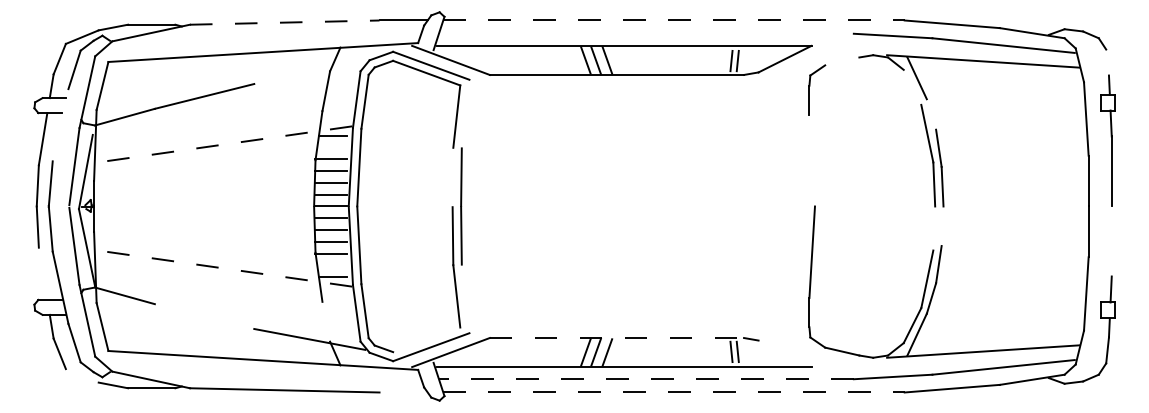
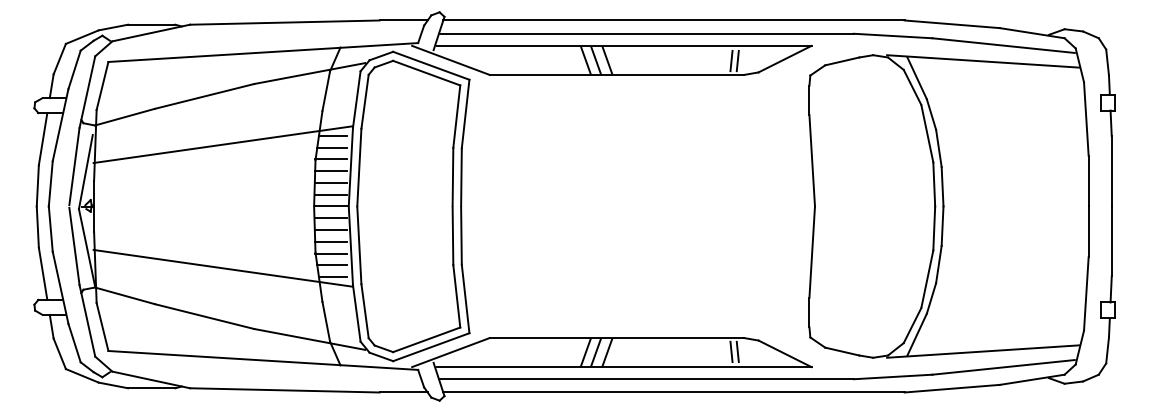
line at (673, 20): dashed -> solid
line at (284, 22): dashed -> solid
line at (645, 33): none -> present
line at (842, 61): none -> present
line at (1107, 62): none -> present
line at (309, 73): none -> present
line at (912, 86): none -> present
line at (465, 113): none -> present
line at (931, 114): none -> present
line at (60, 125): none -> present
line at (222, 144): dashed -> solid
line at (332, 147): none -> present
line at (811, 160): none -> present
line at (452, 176): none -> present
line at (942, 226): none -> present
line at (934, 228): none -> present
line at (1111, 241): none -> present
line at (332, 265): none -> present
line at (222, 268): dashed -> solid
line at (42, 273): none -> present
line at (465, 298): none -> present
line at (204, 316): none -> present
line at (326, 321): none -> present
line at (617, 338): dashed -> solid
line at (426, 339): none -> present
line at (784, 353): none -> present
line at (81, 375): none -> present
line at (645, 379): dashed -> solid
line at (403, 392): none -> present
line at (673, 392): dashed -> solid
